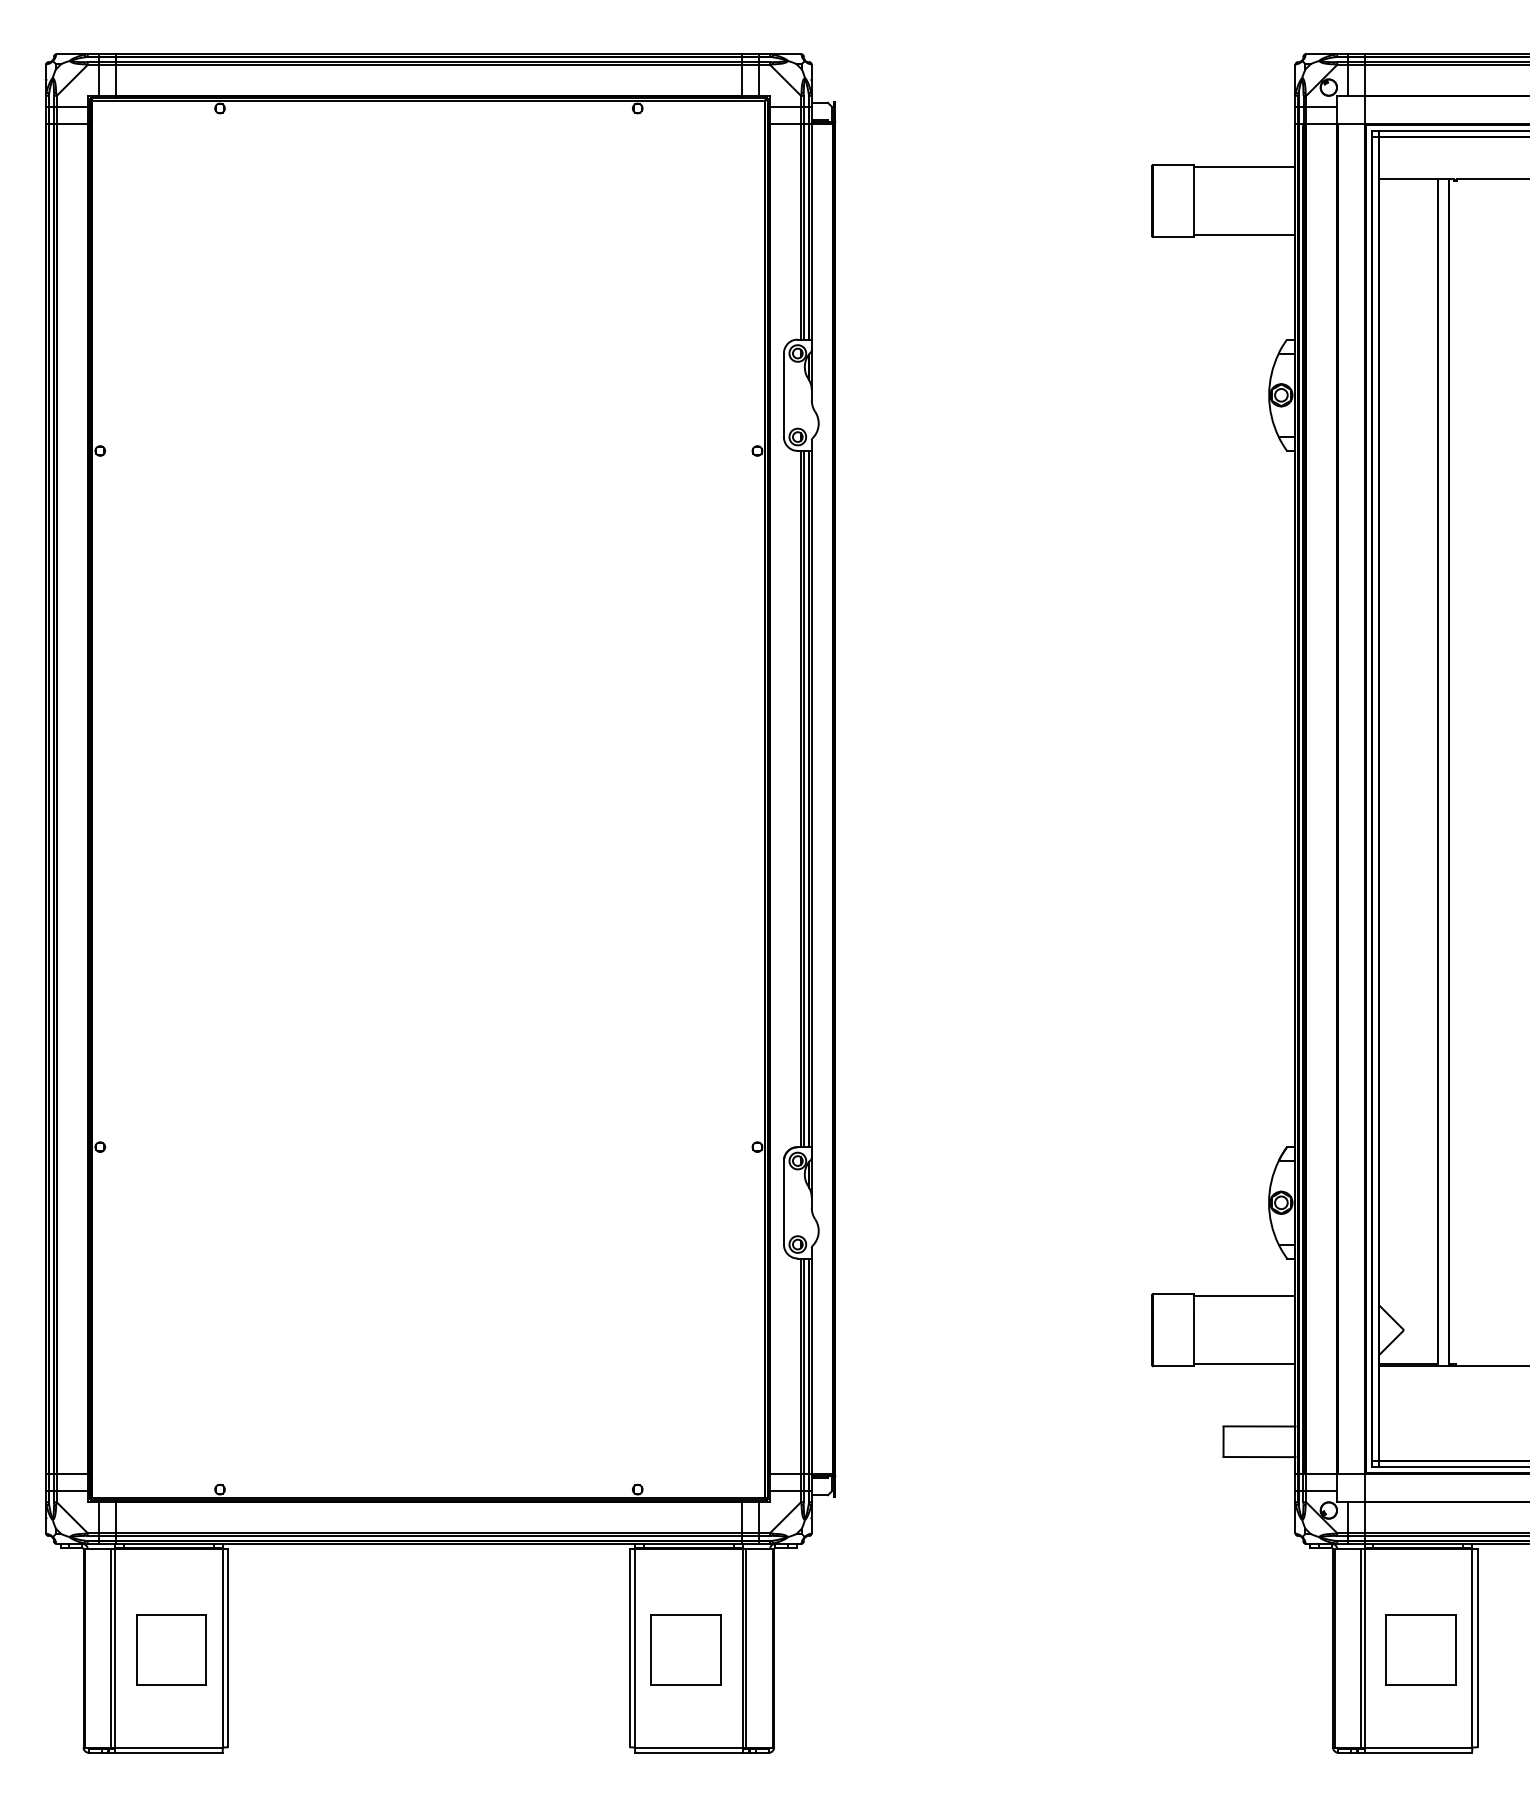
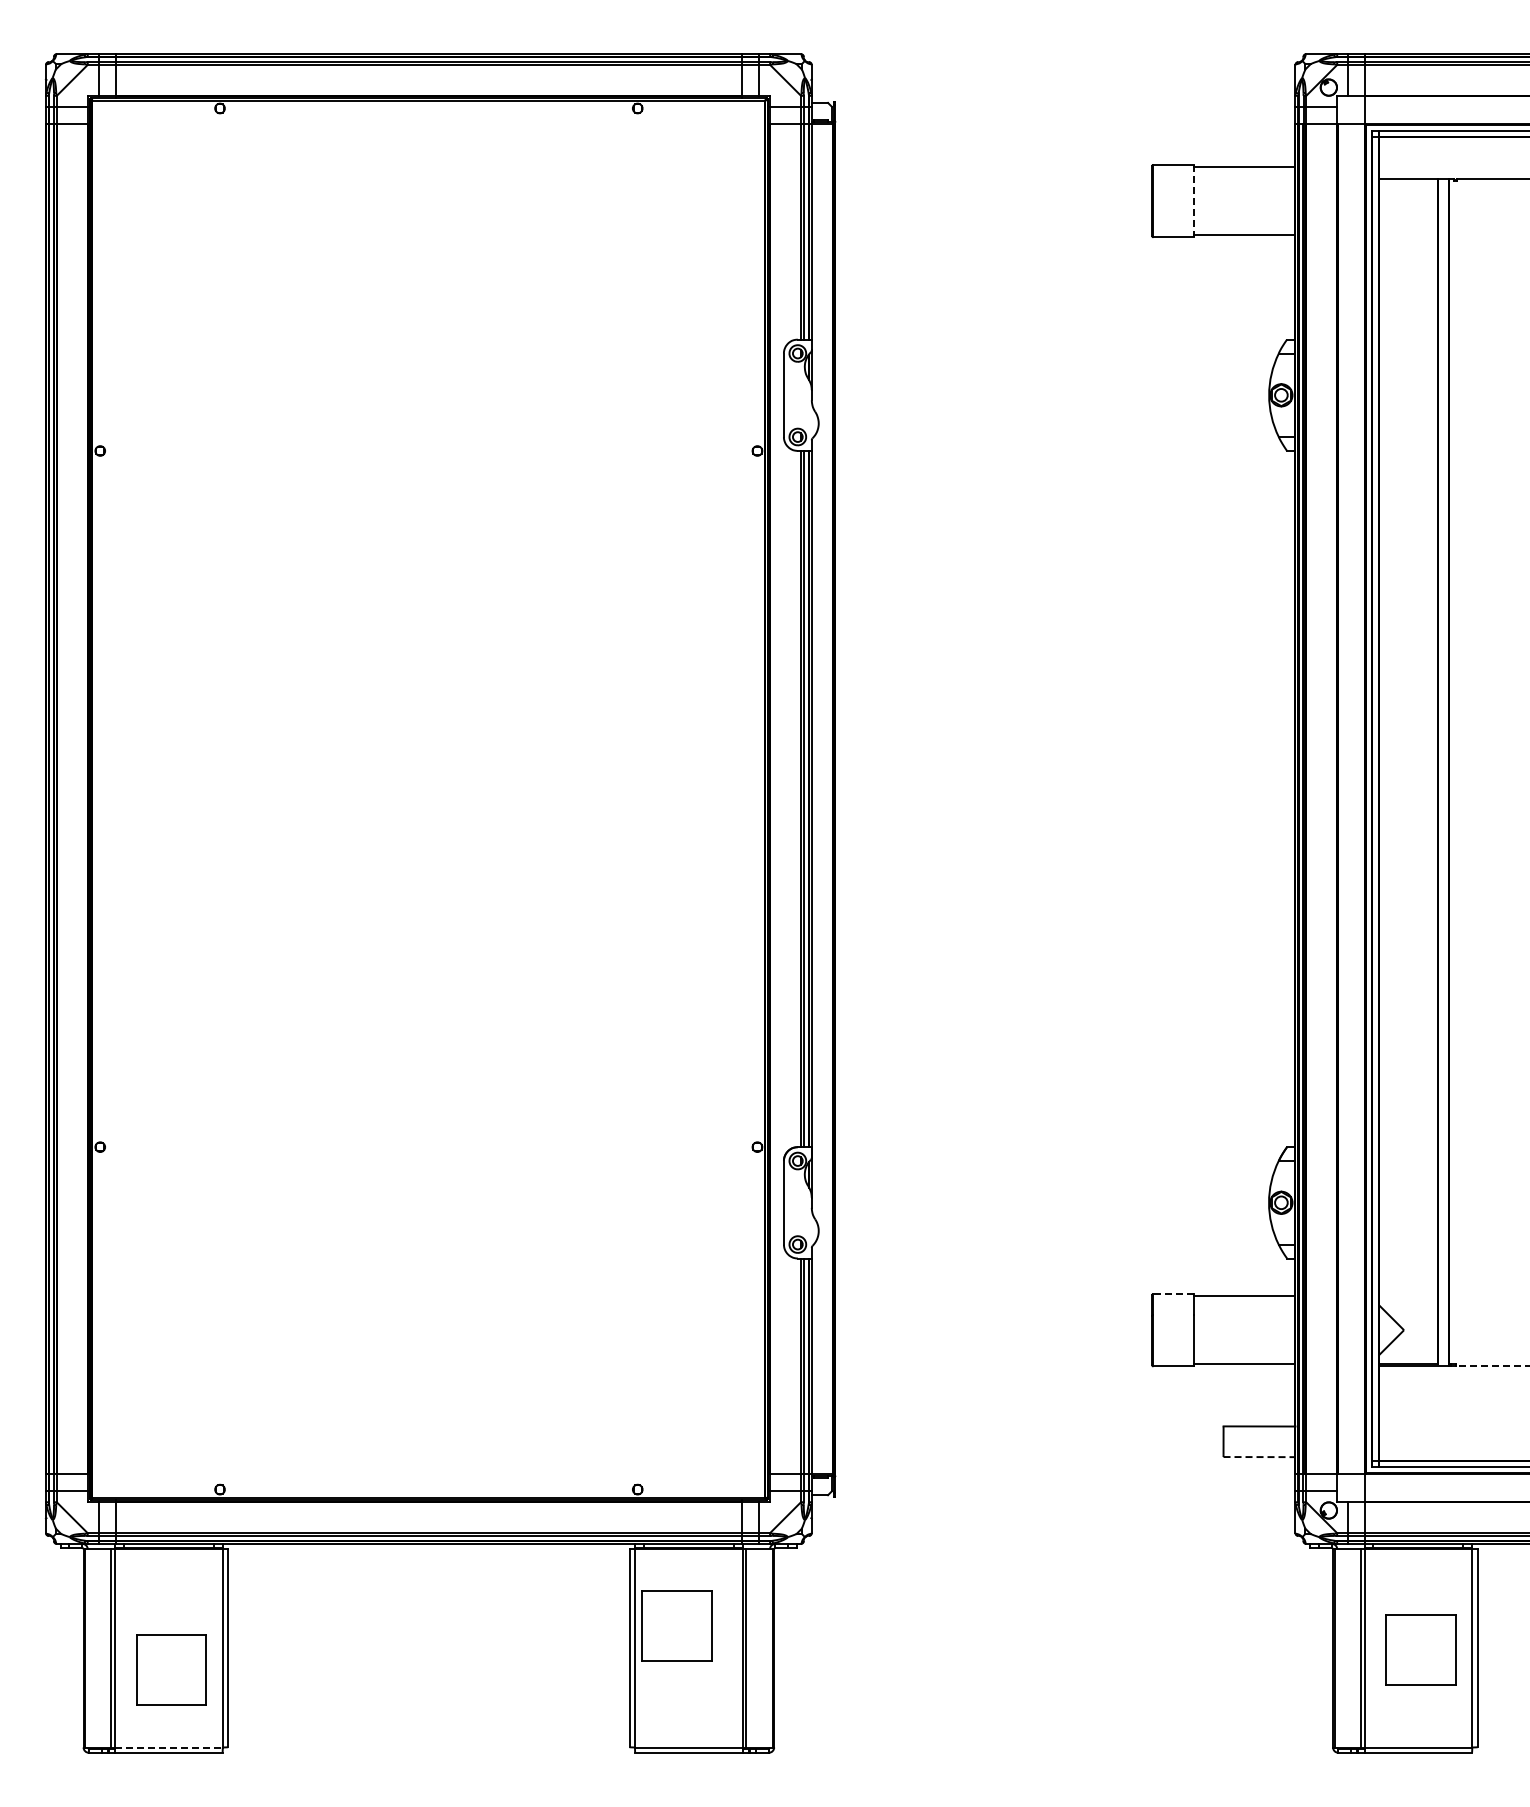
line at (1193, 201): solid -> dashed
line at (1173, 1294): solid -> dashed
line at (1492, 1366): solid -> dashed
line at (1259, 1457): solid -> dashed
part at (171, 1649) position: (171, 1649) -> (171, 1669)
part at (685, 1649) position: (685, 1649) -> (676, 1625)
line at (168, 1747): solid -> dashed
